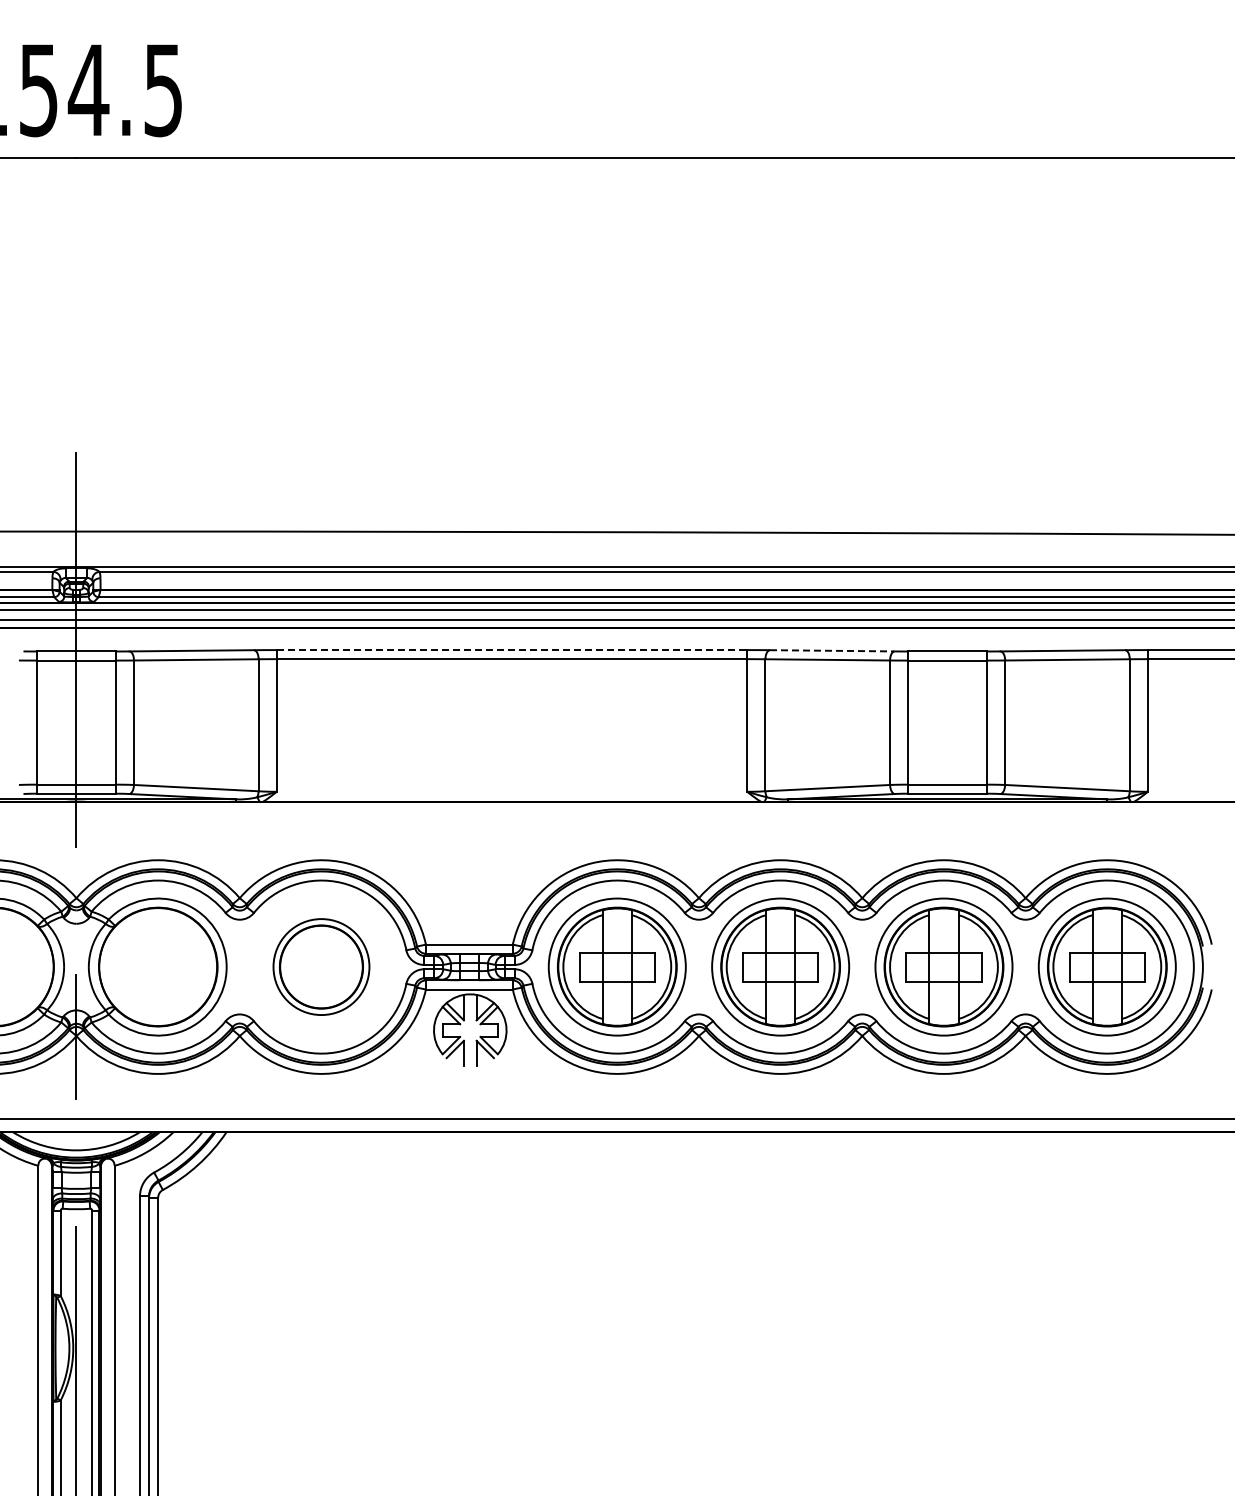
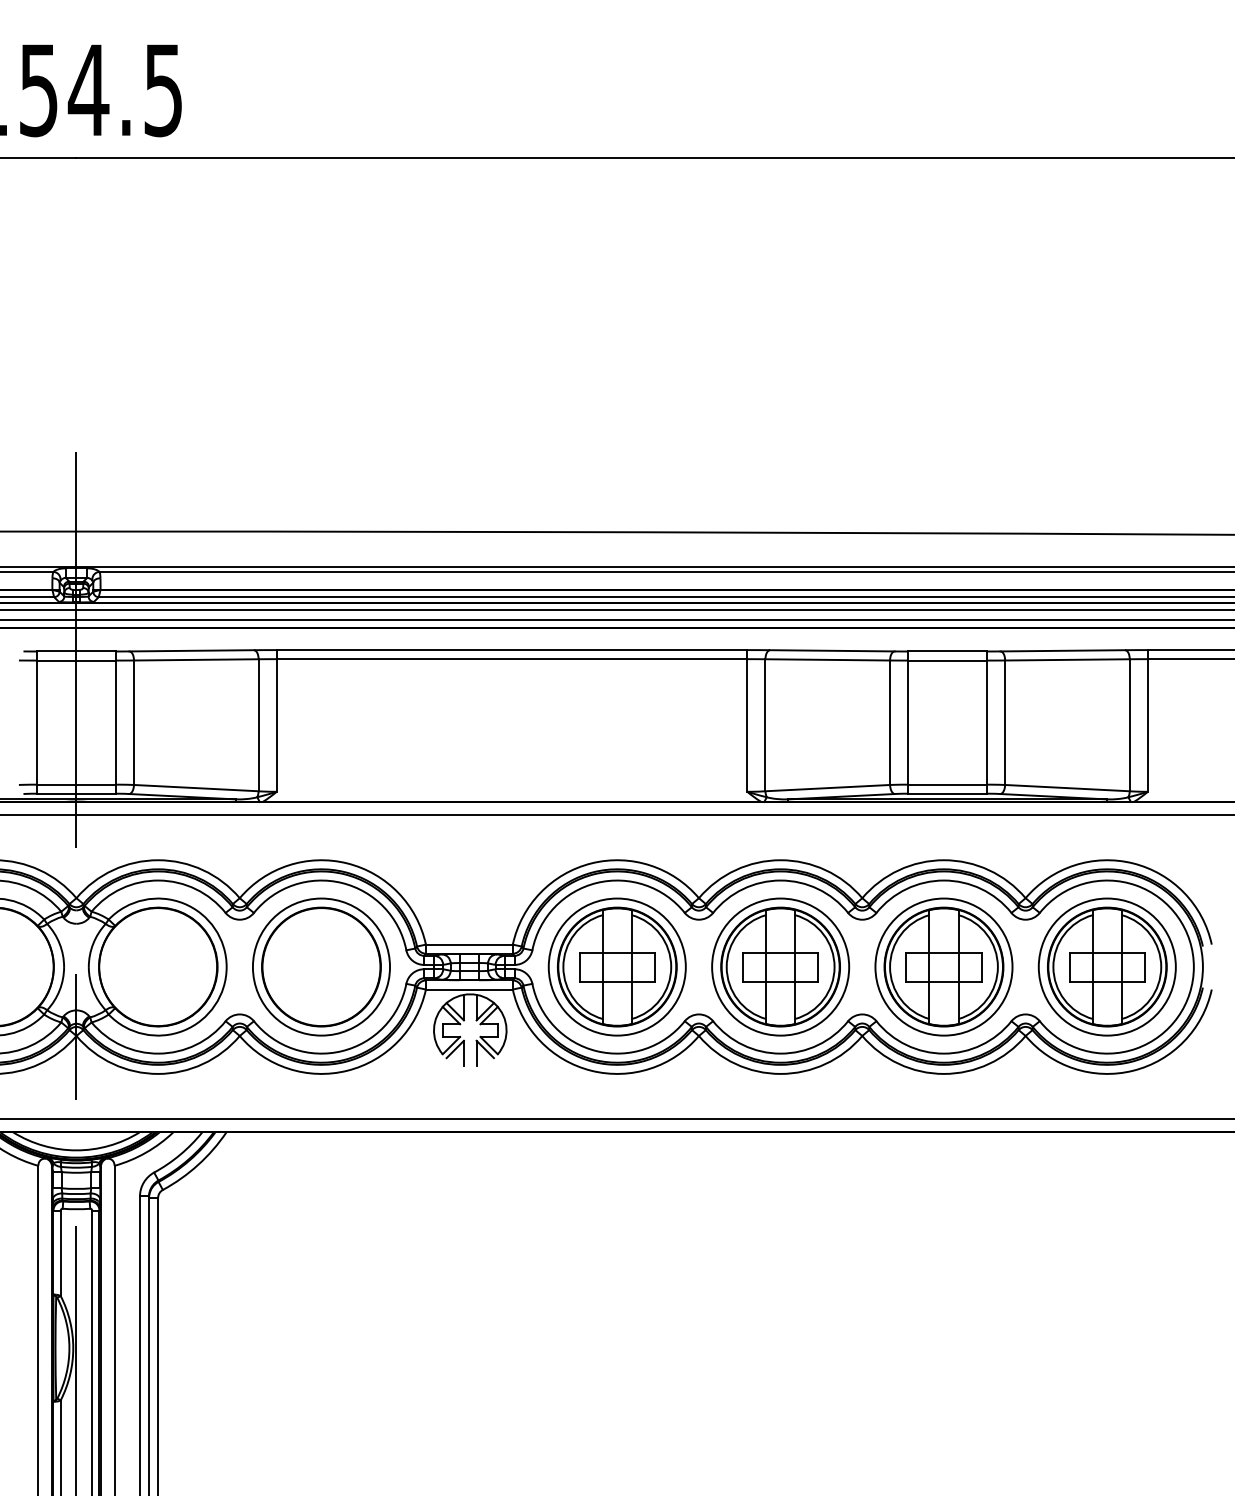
line at (512, 650): dashed -> solid
line at (832, 650): dashed -> solid
line at (616, 815): none -> present
part at (321, 966) size: 99x98 px -> 139x140 px
